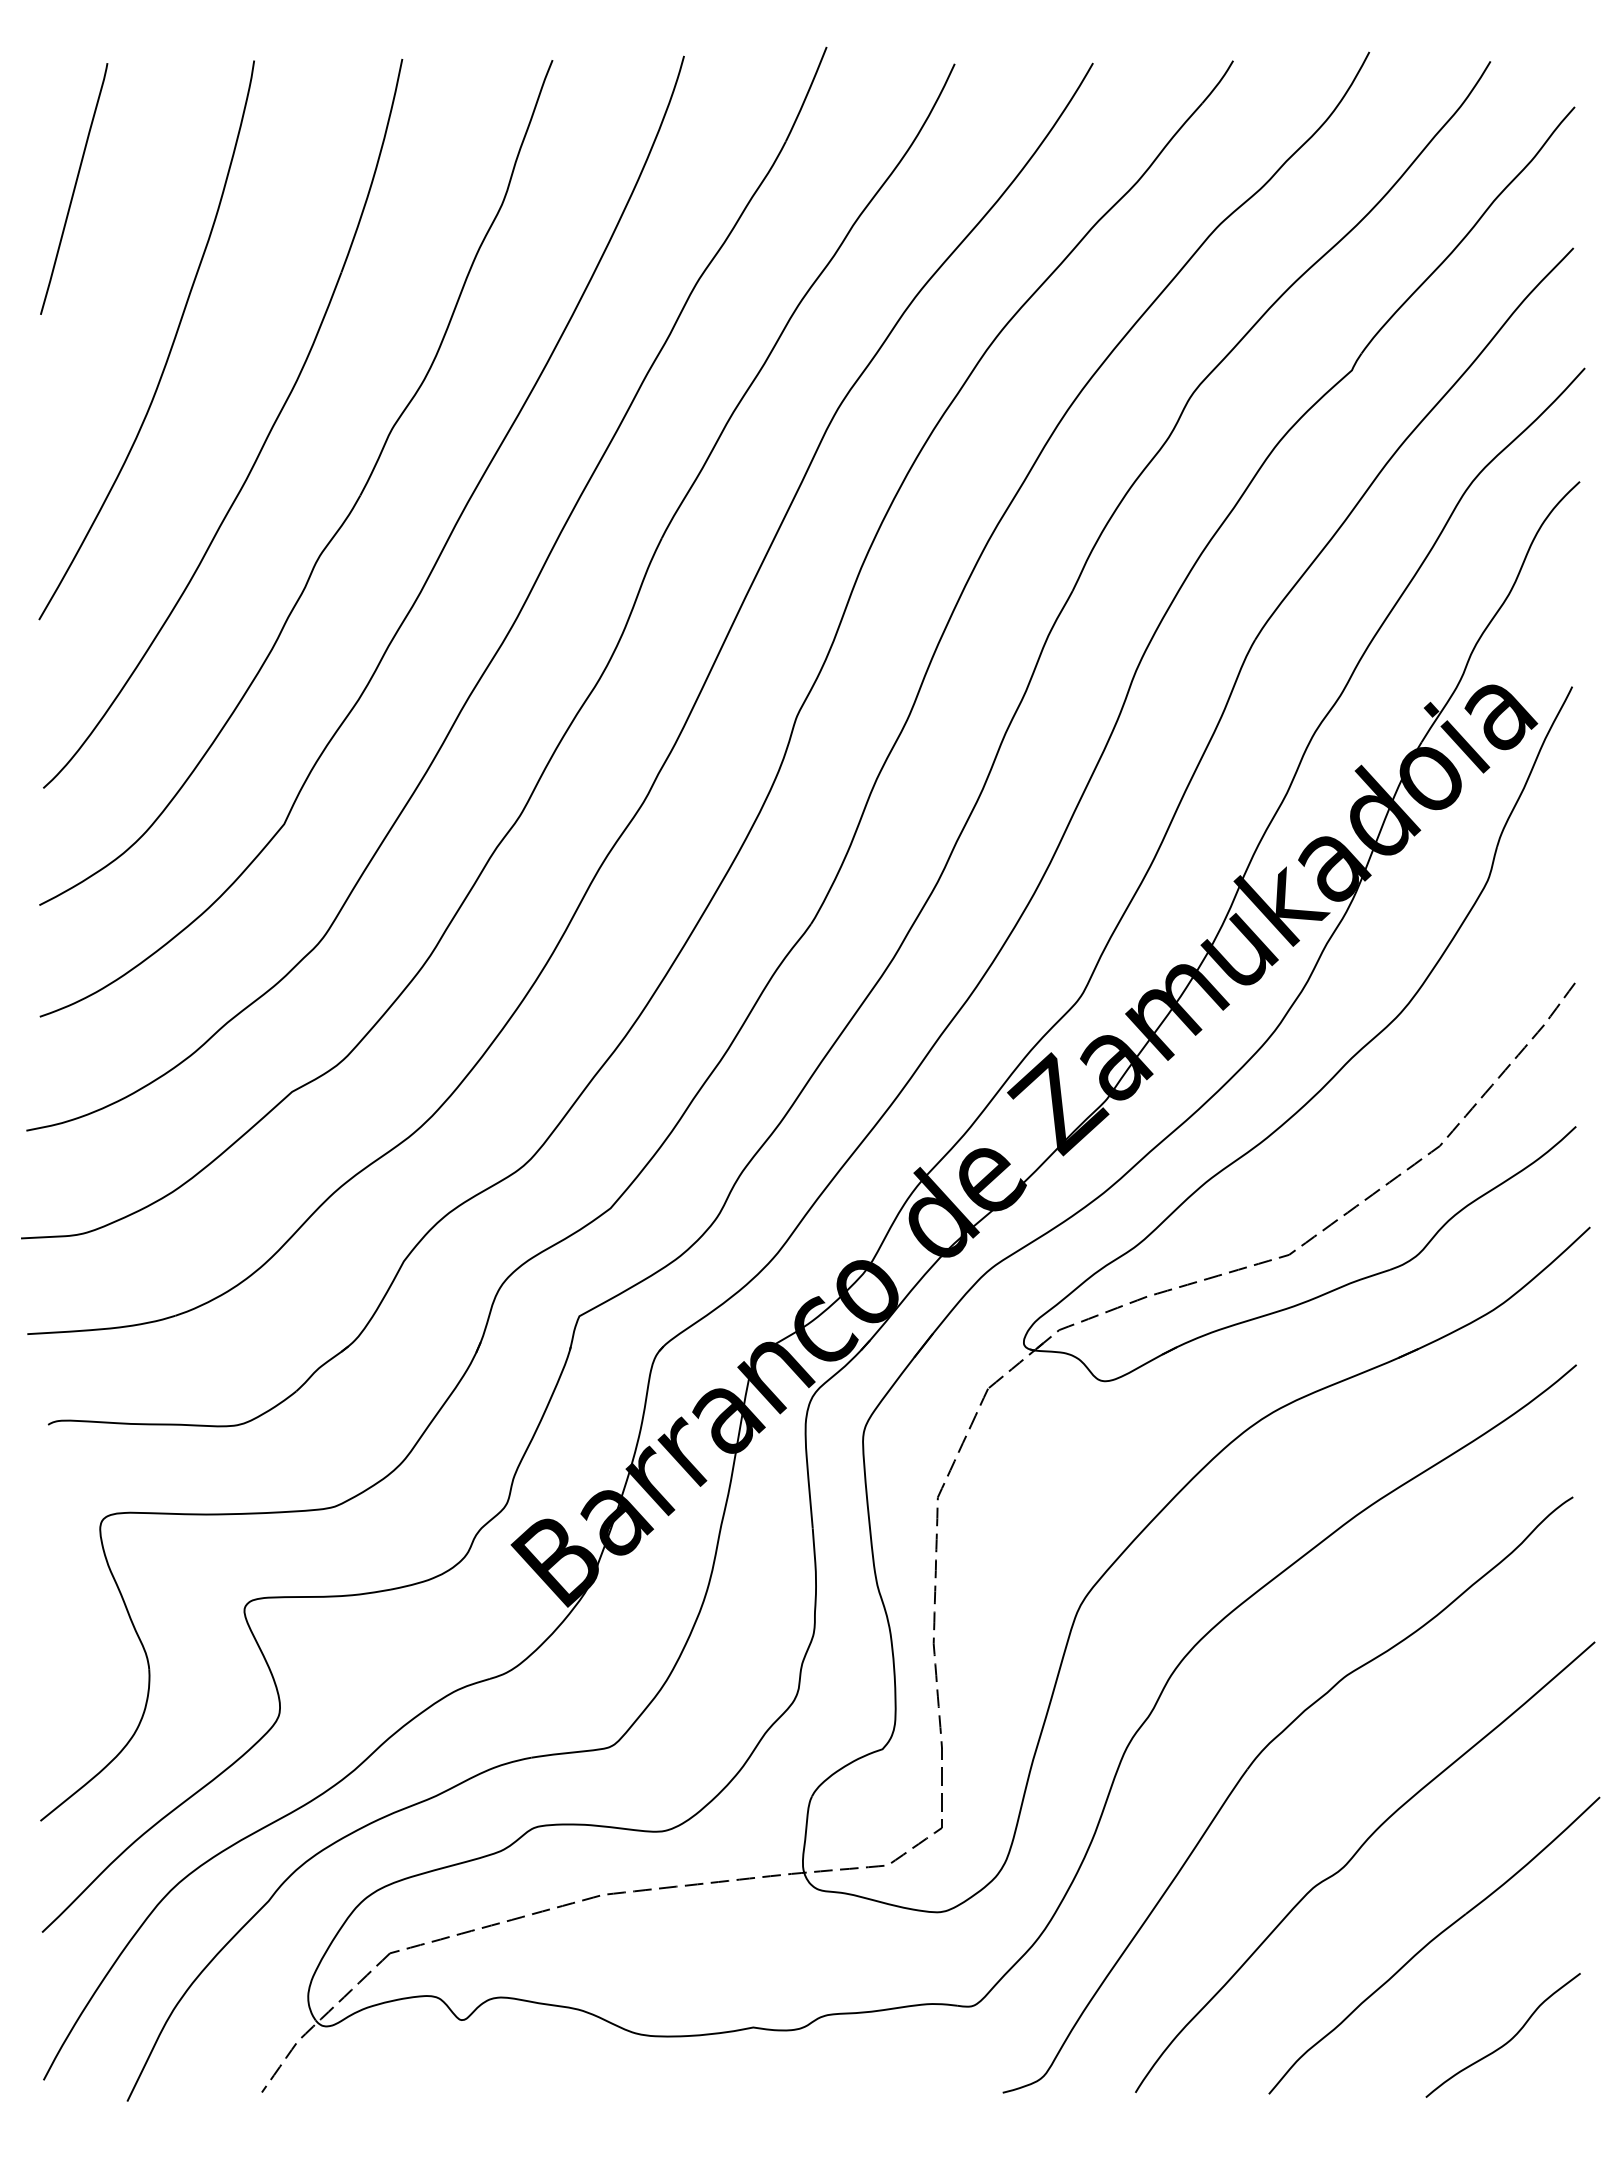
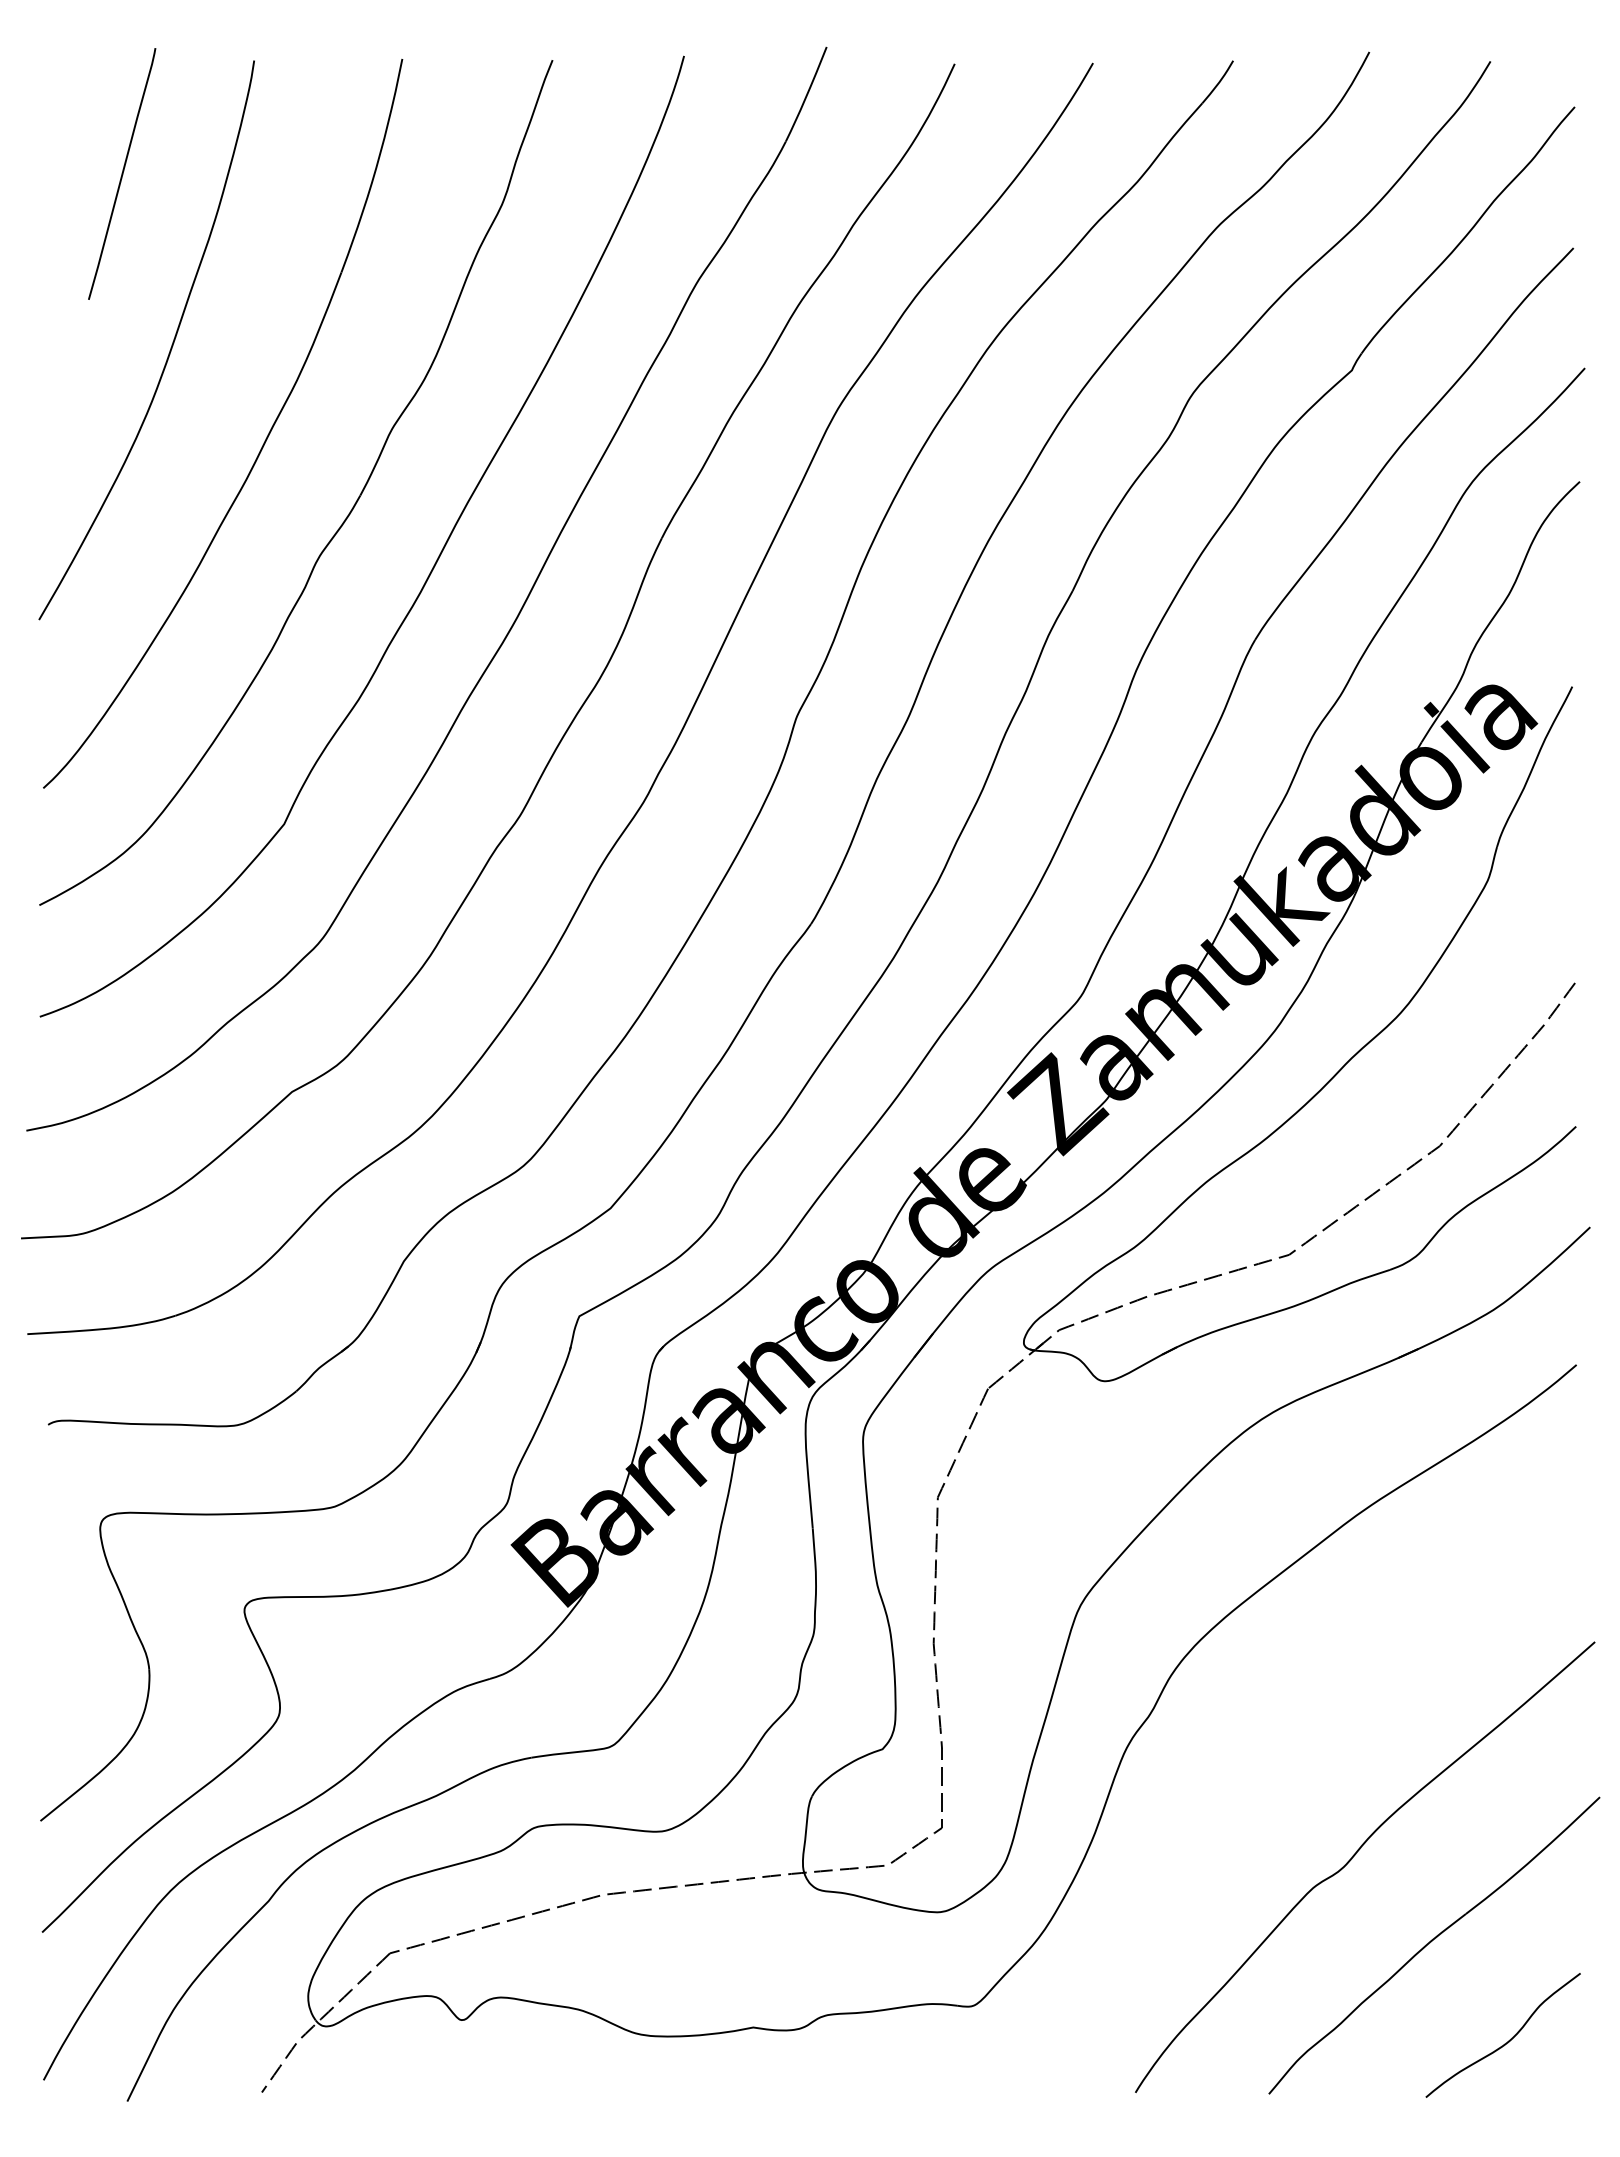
line at (74, 188) position: (74, 188) -> (122, 173)
part at (1249, 1768): present -> none
